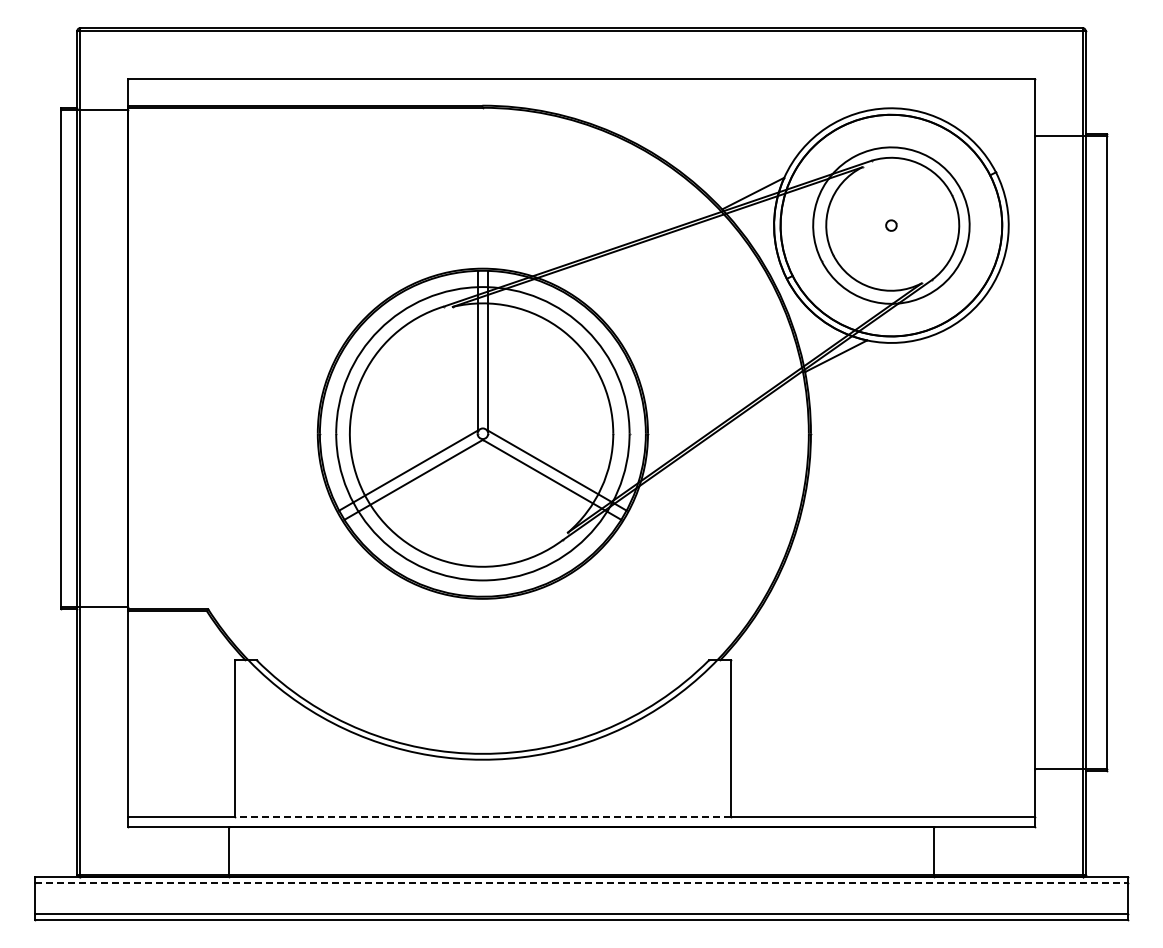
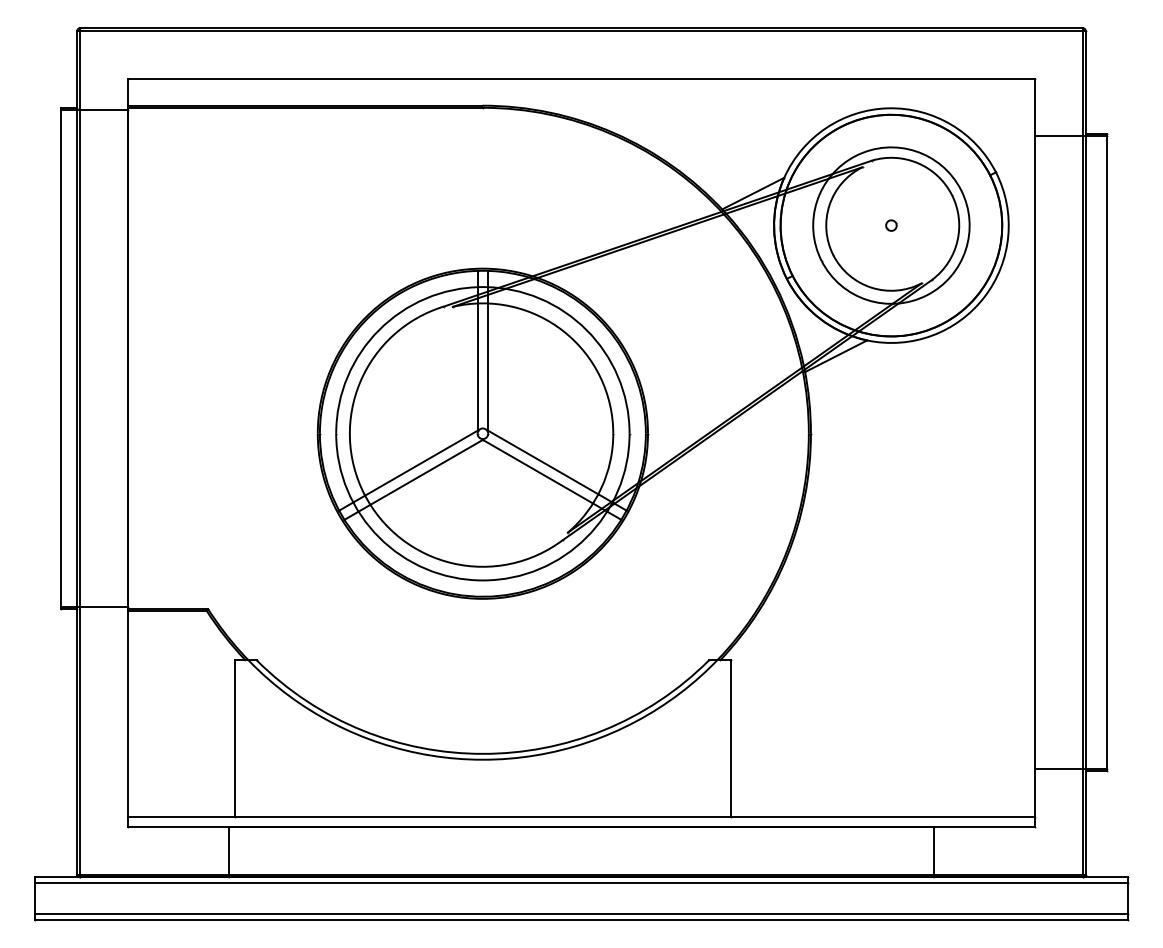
line at (482, 816): dashed -> solid
line at (581, 882): dashed -> solid
